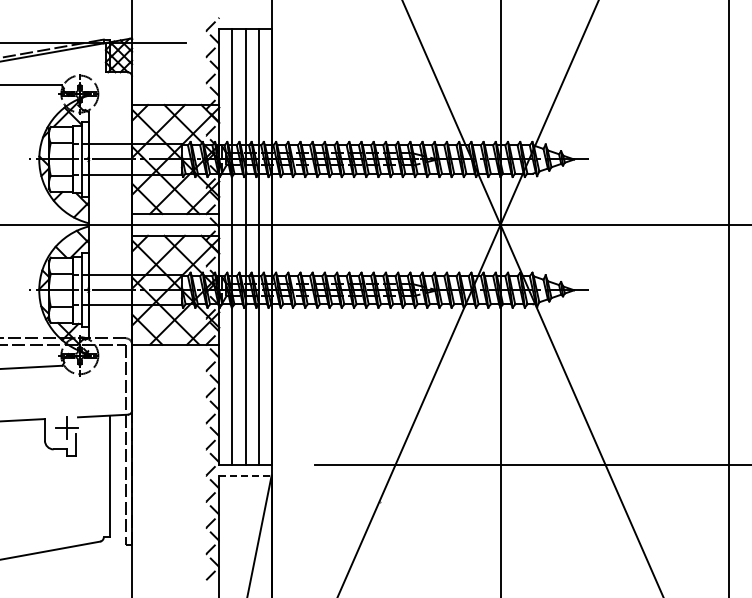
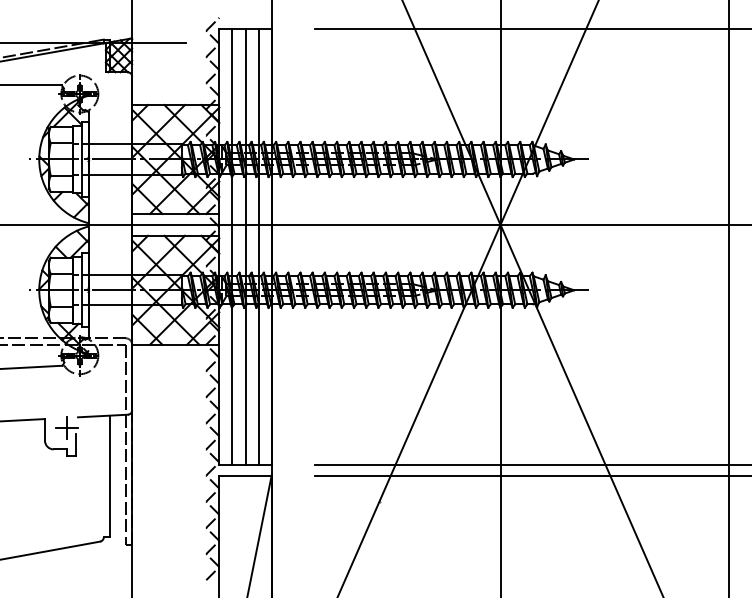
line at (531, 28): none -> present
line at (246, 475): dashed -> solid
line at (531, 475): none -> present
